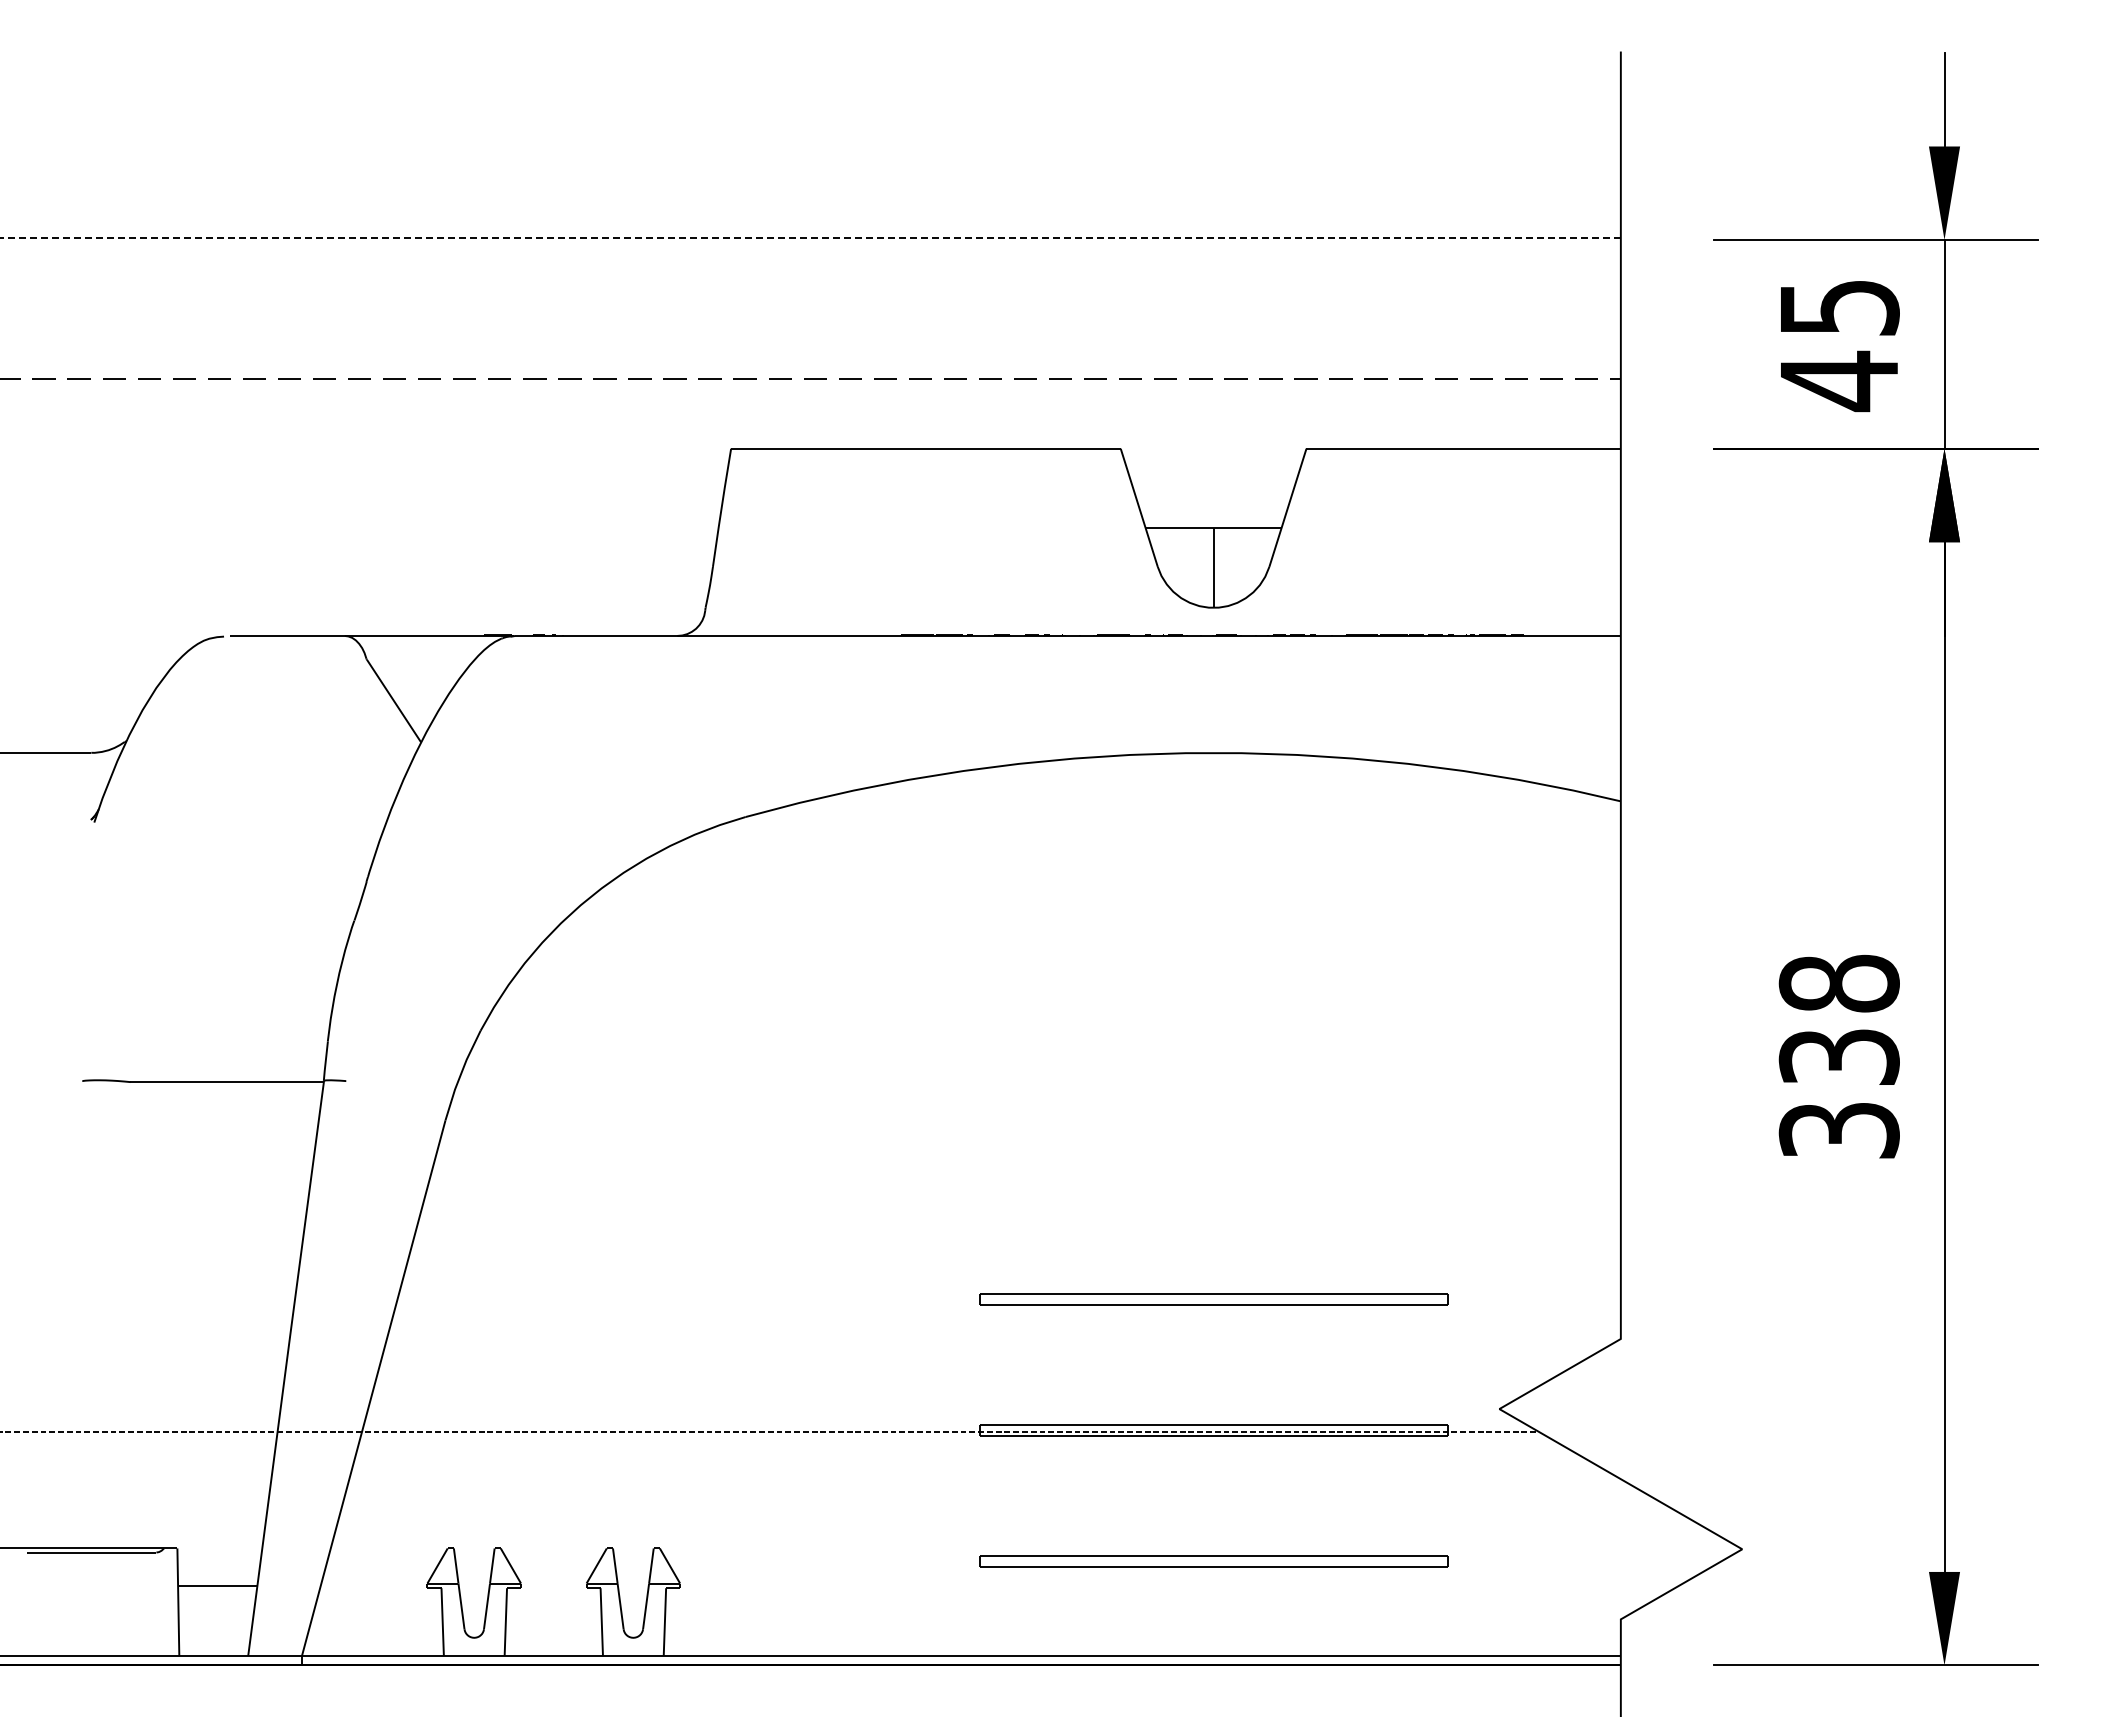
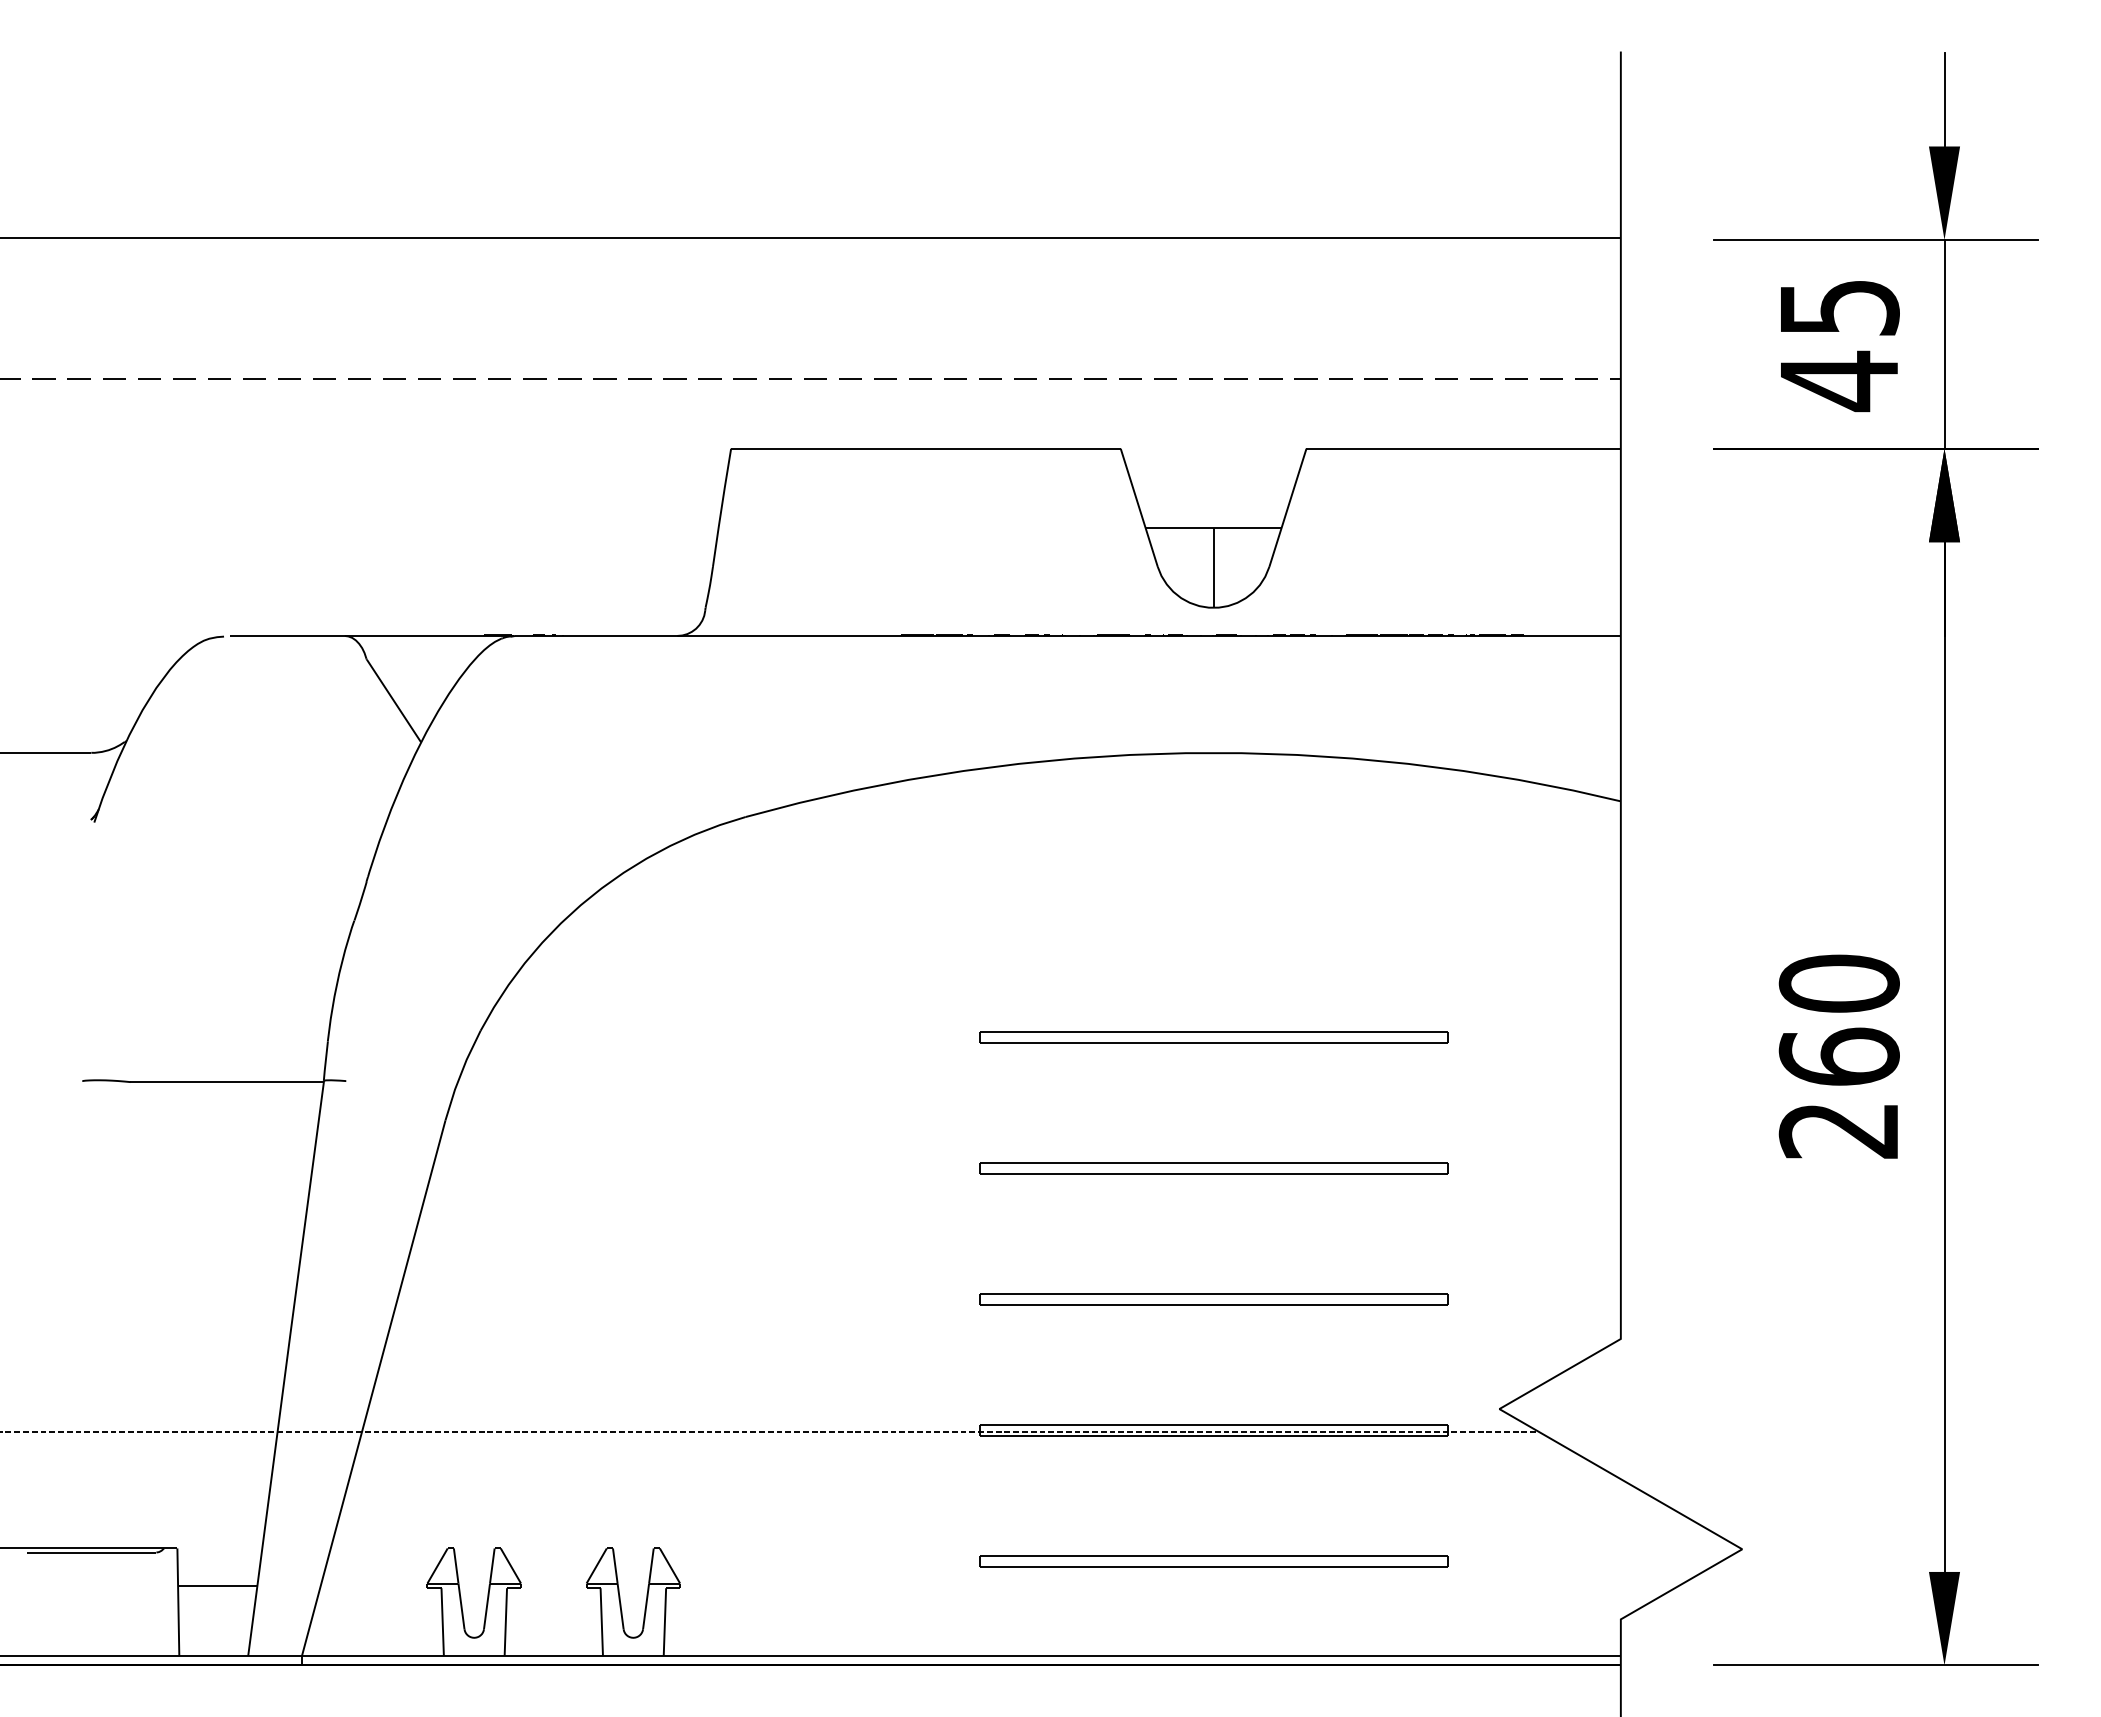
line at (810, 238): dashed -> solid
part at (1213, 1037): none -> present
text at (1838, 1056): 338 -> 260
part at (1213, 1168): none -> present
